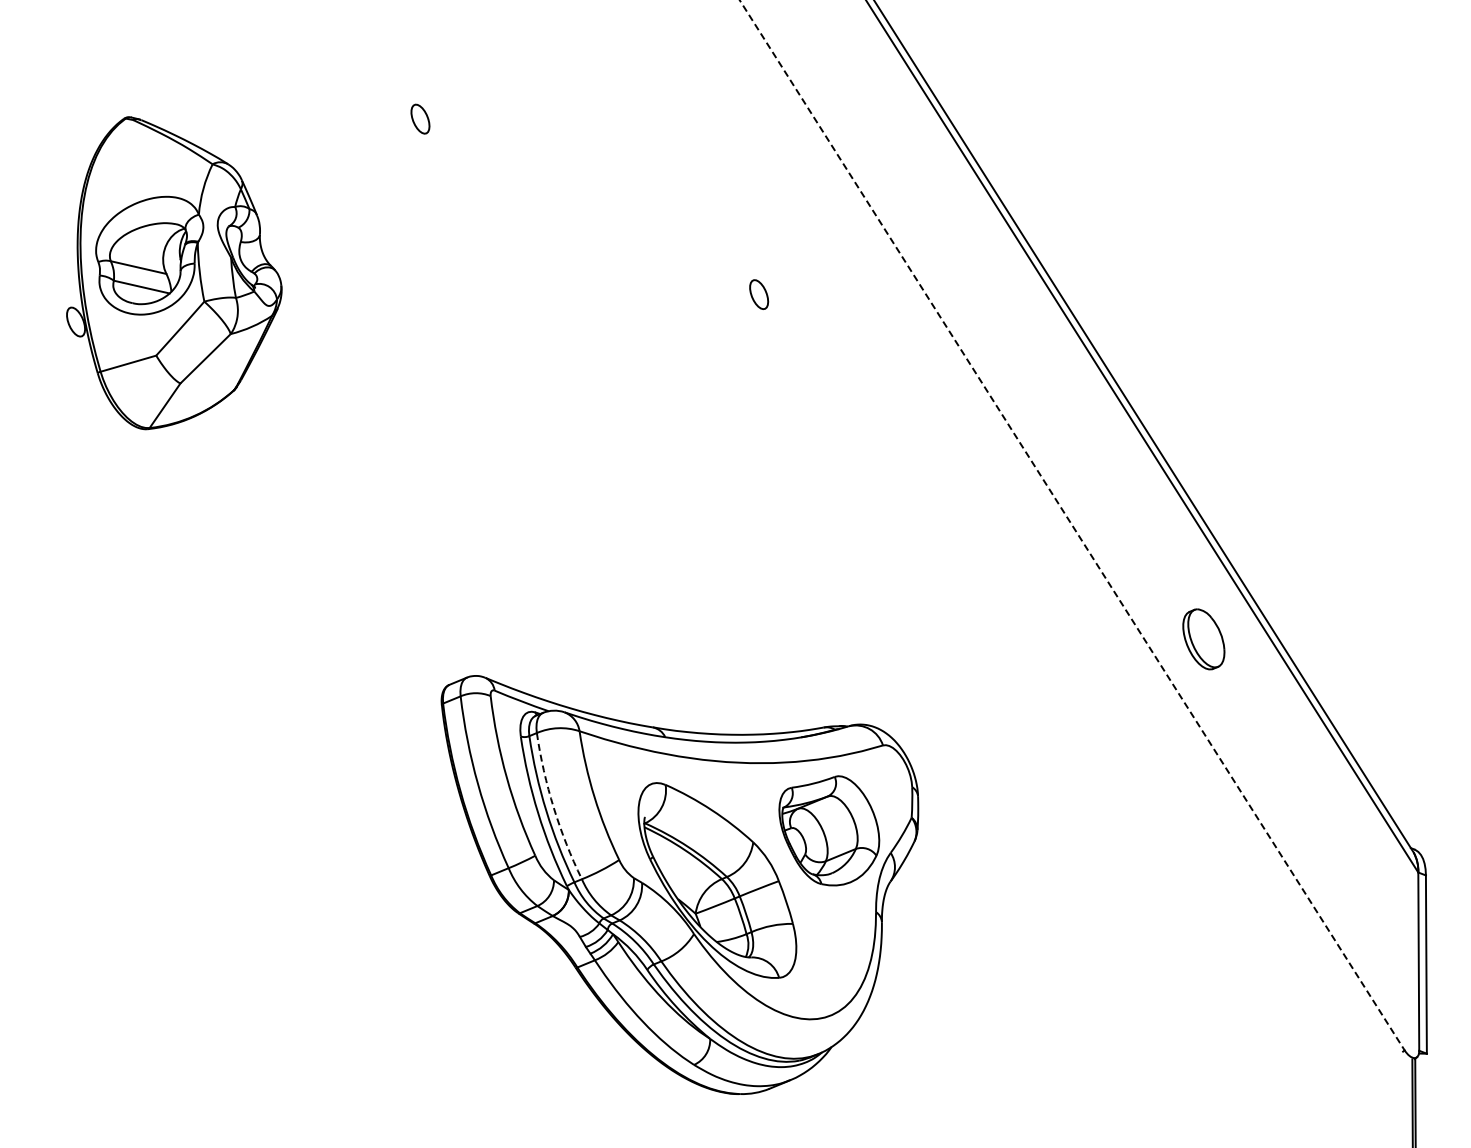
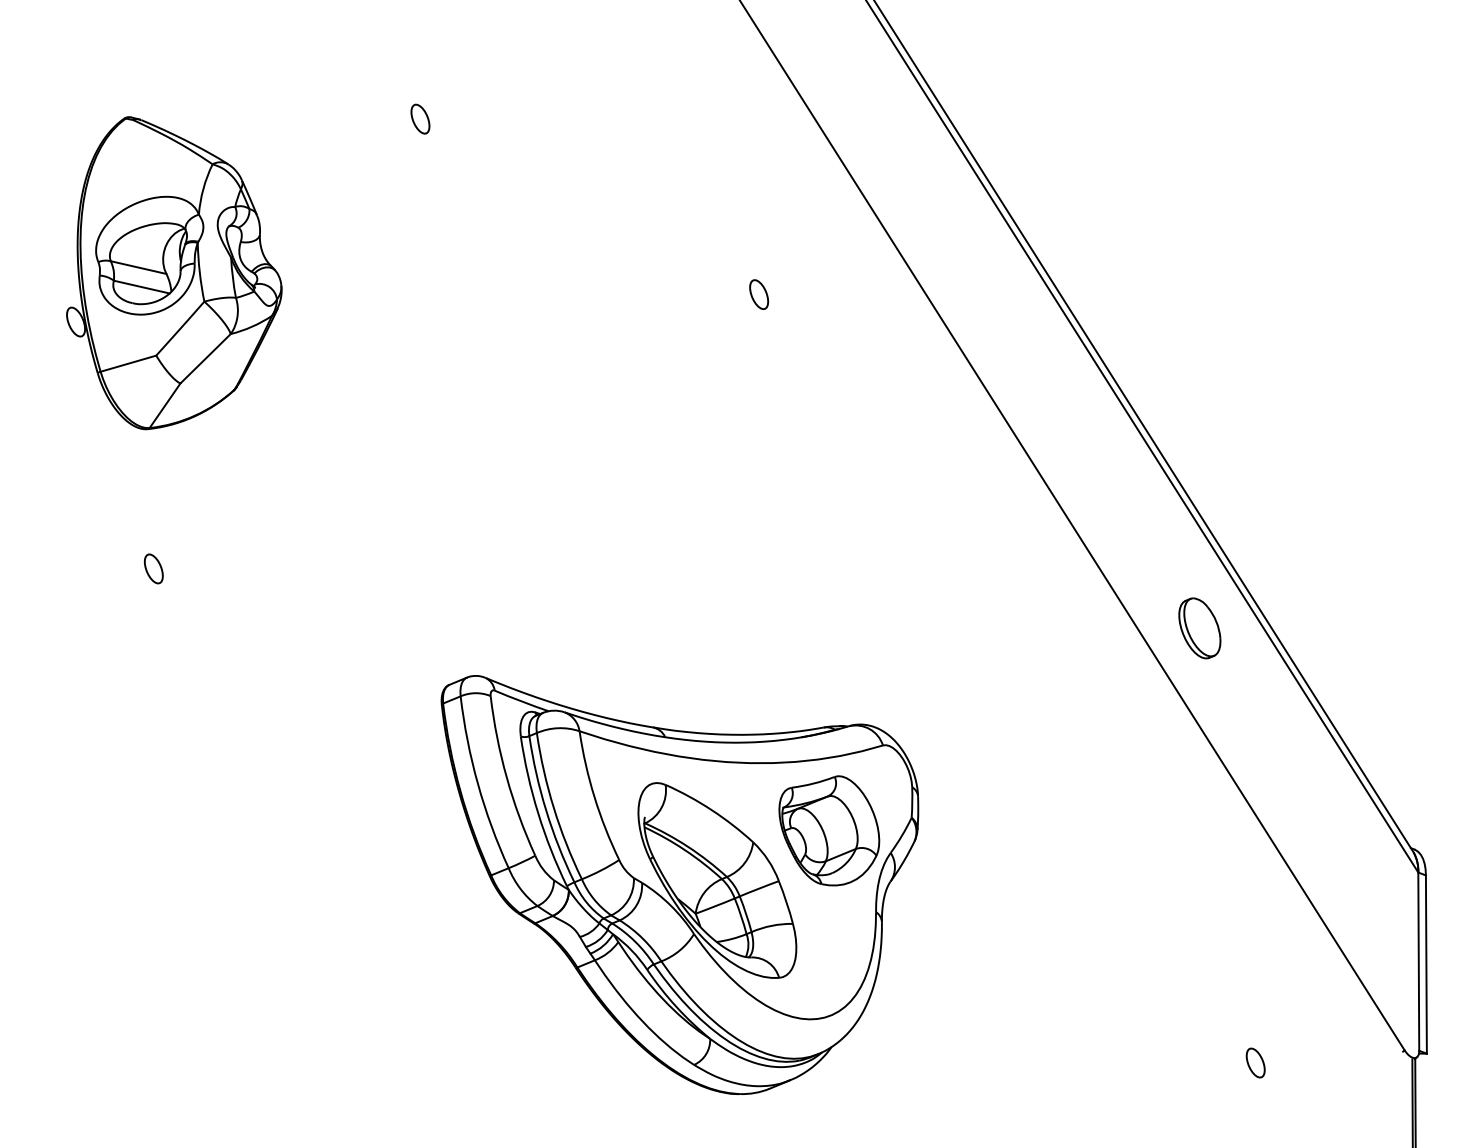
line at (1072, 525): dashed -> solid
part at (153, 568): none -> present
part at (1203, 639) position: (1203, 639) -> (1199, 628)
arc at (553, 807): dashed -> solid
part at (1255, 1062): none -> present
